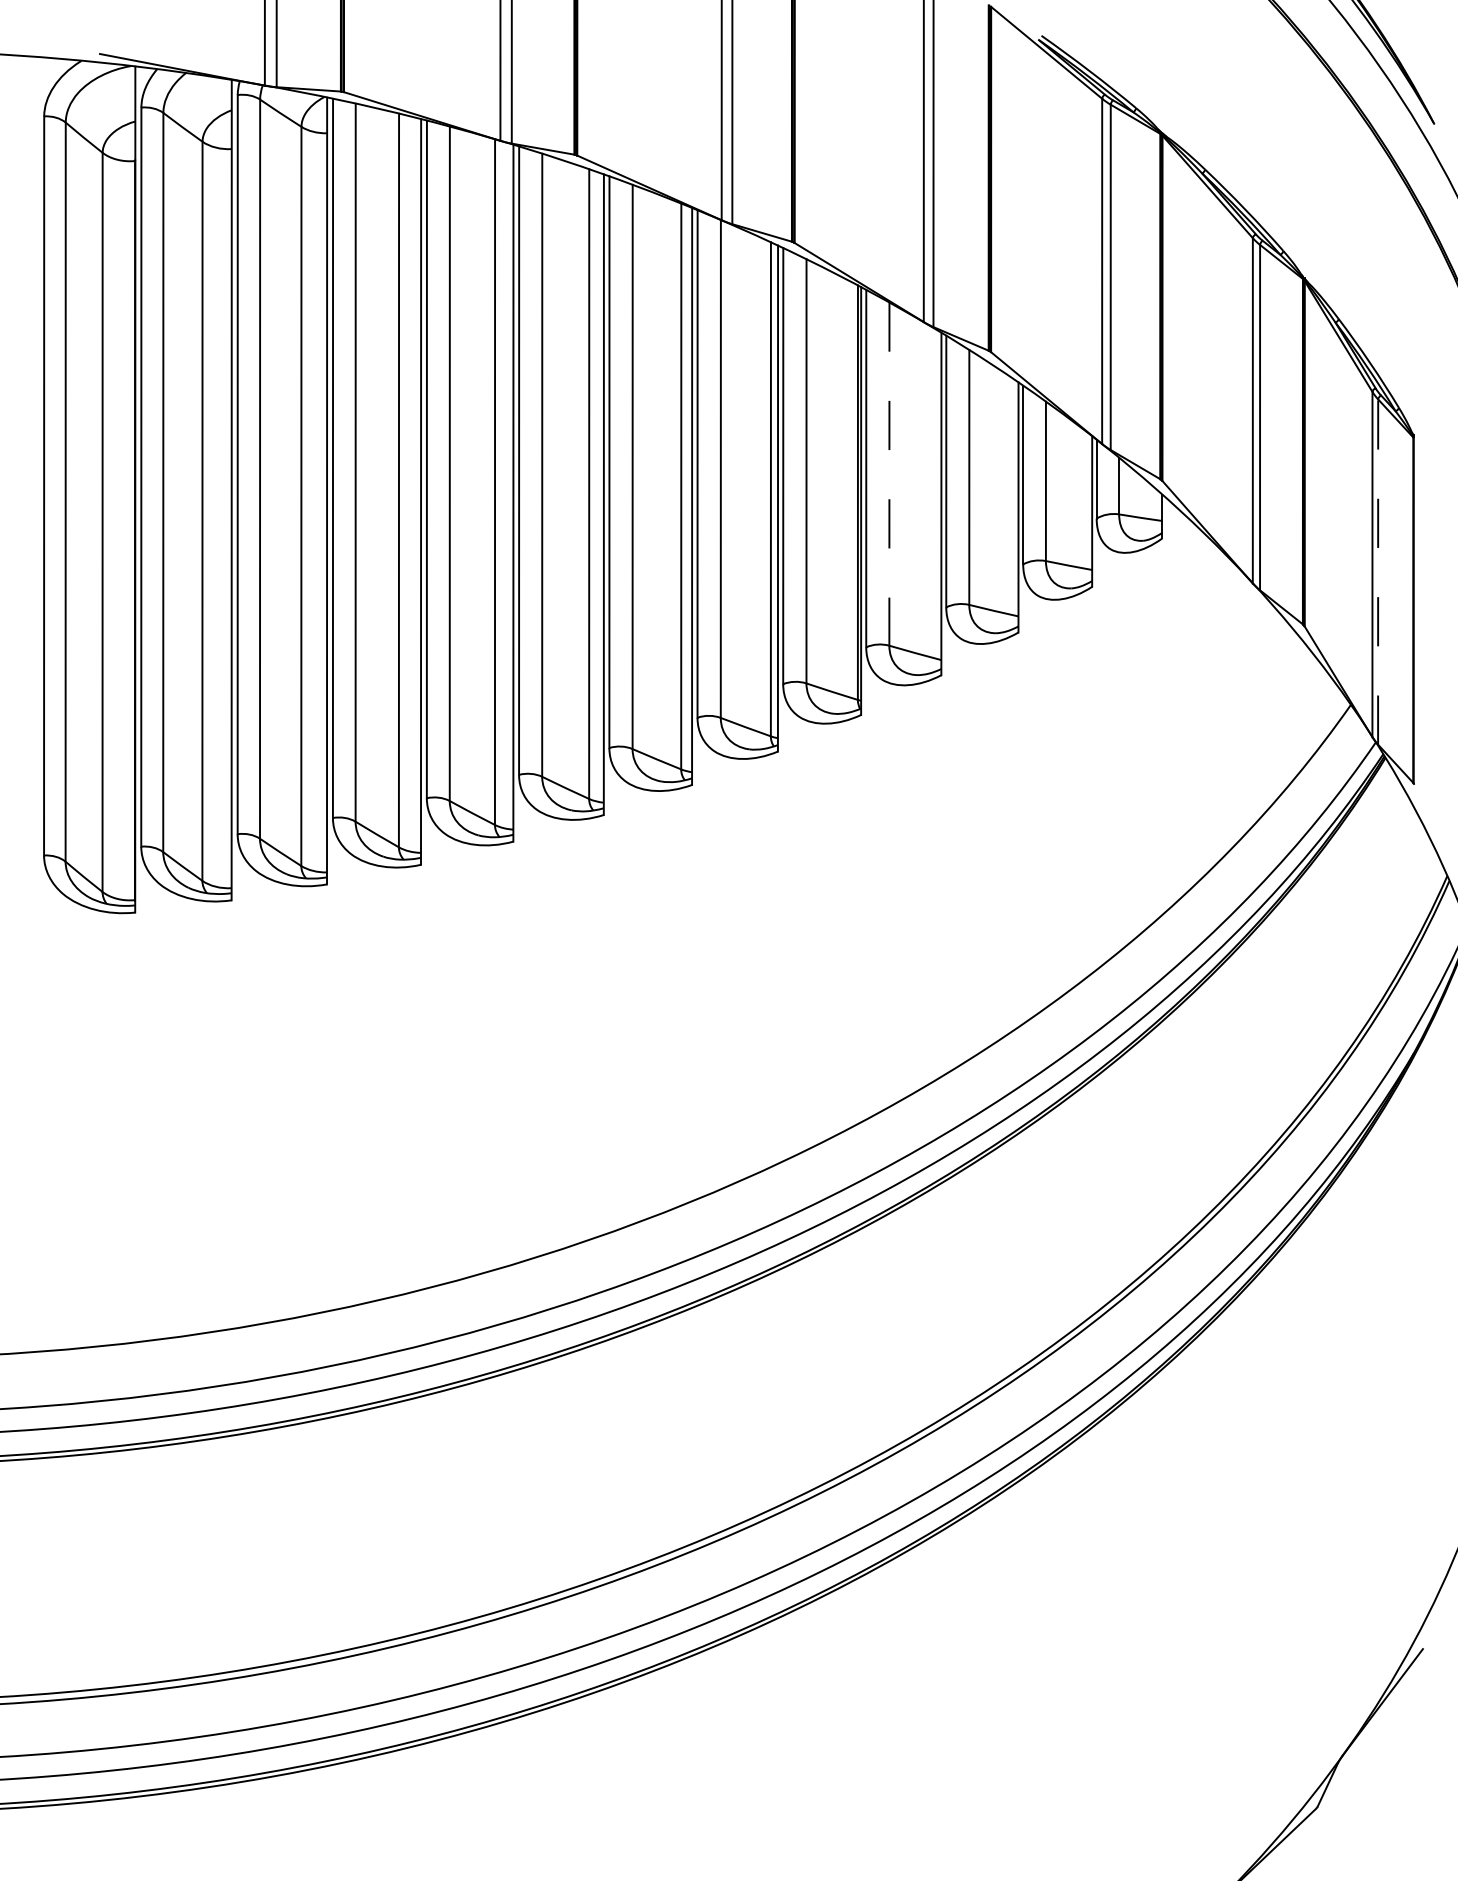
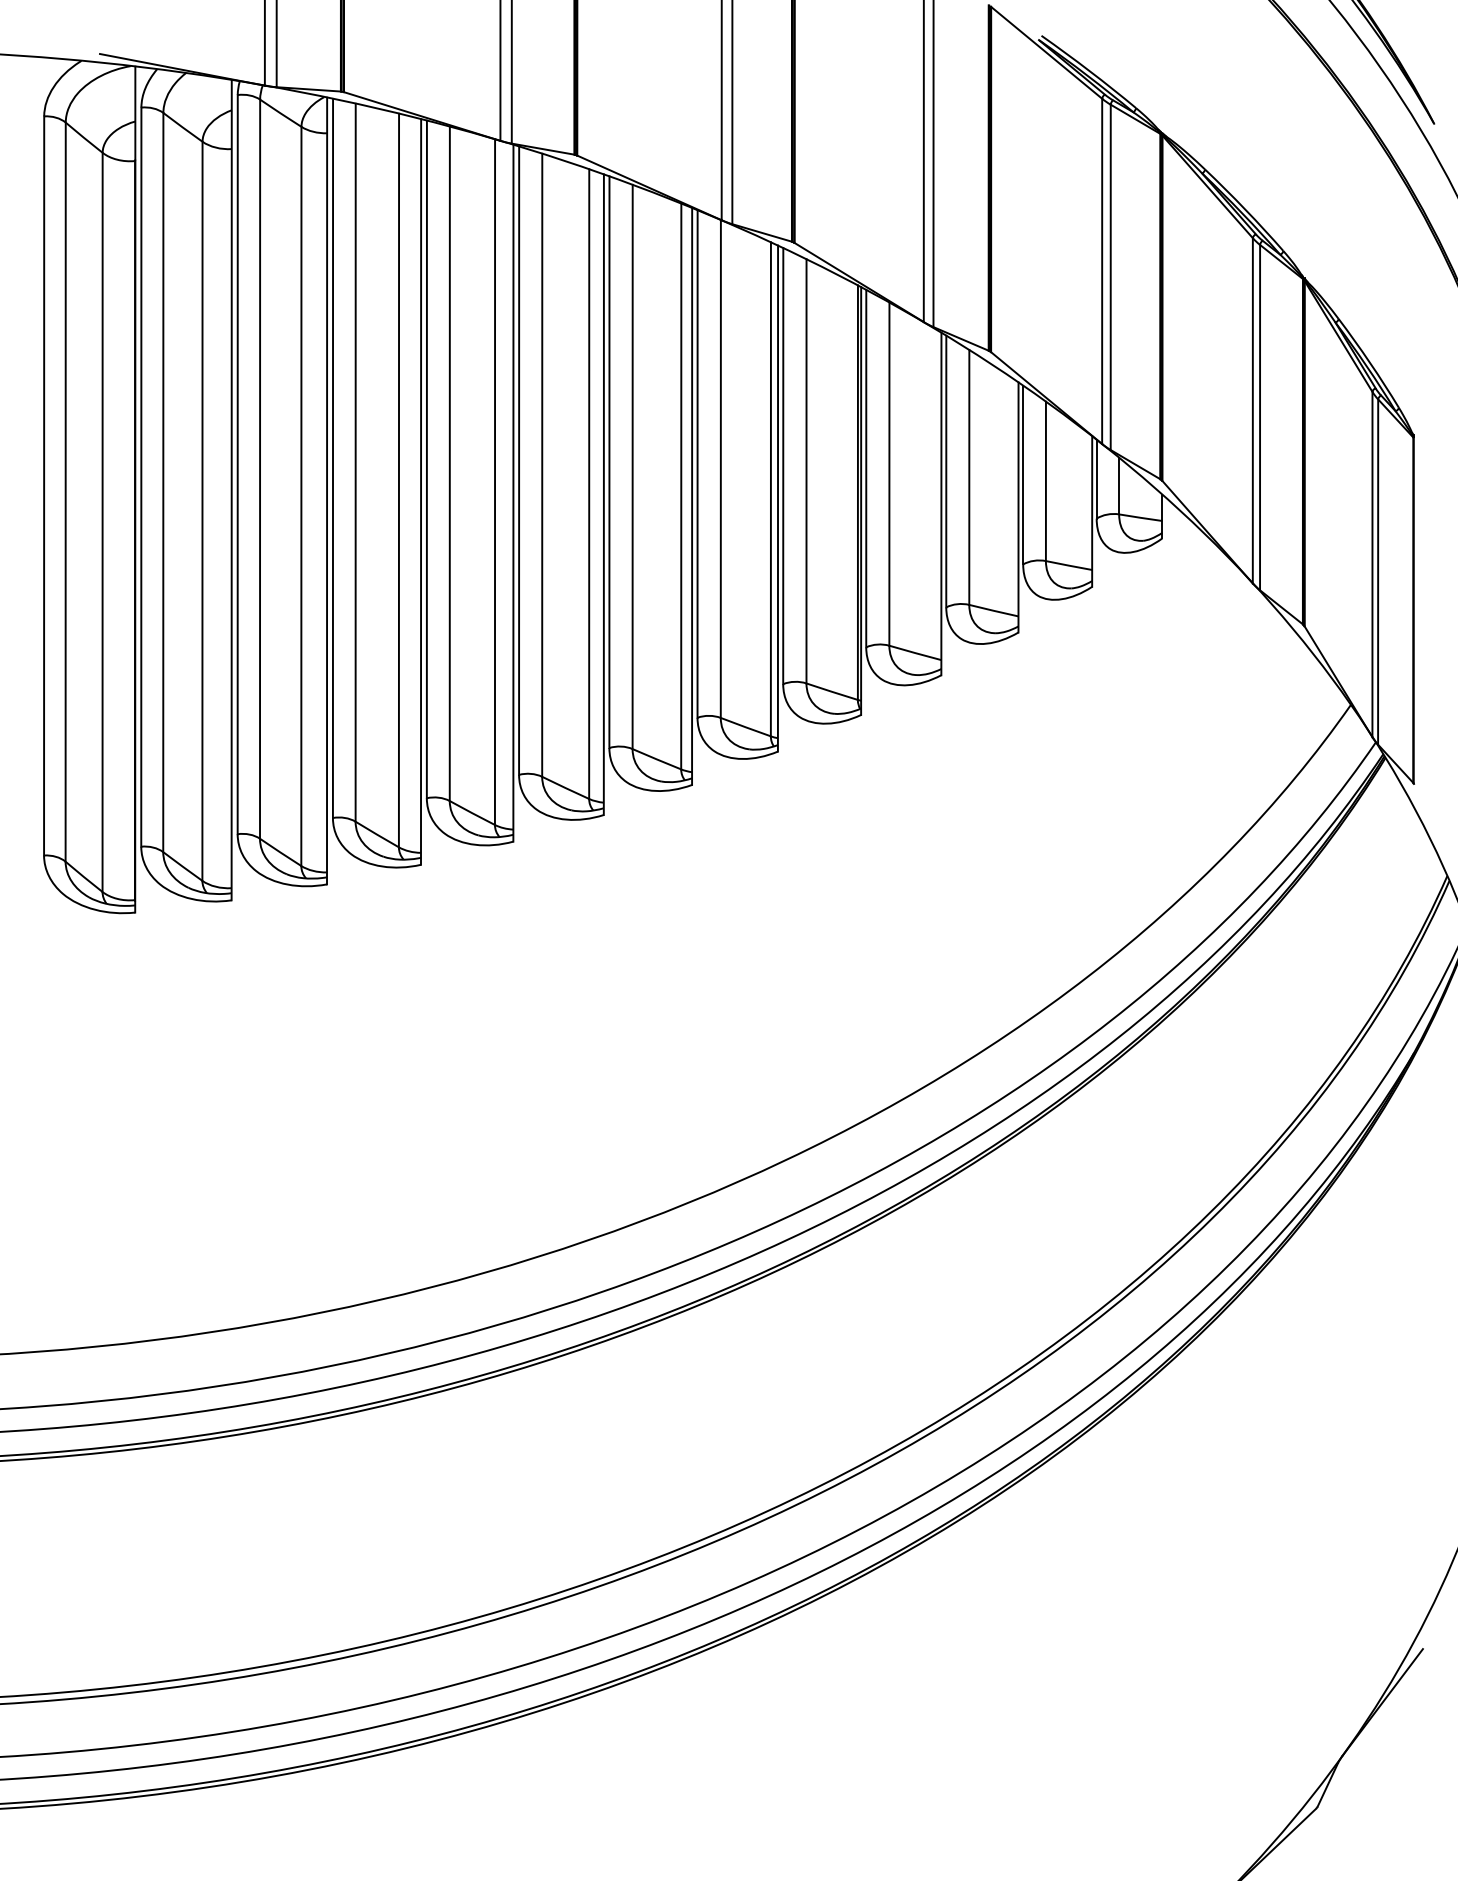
line at (889, 474): dashed -> solid
line at (1378, 572): dashed -> solid
